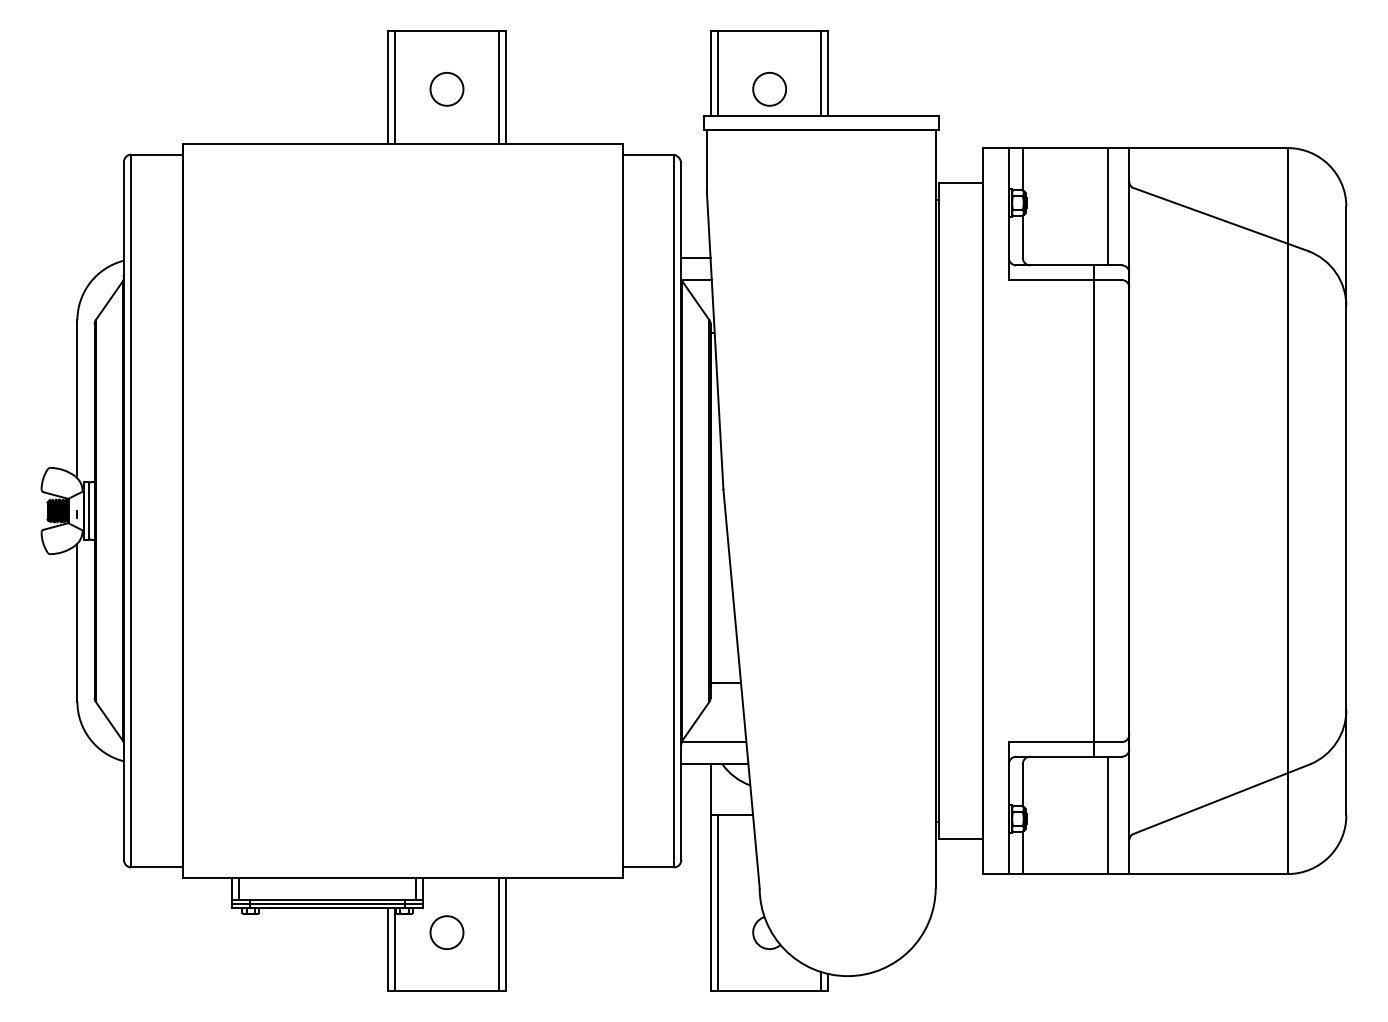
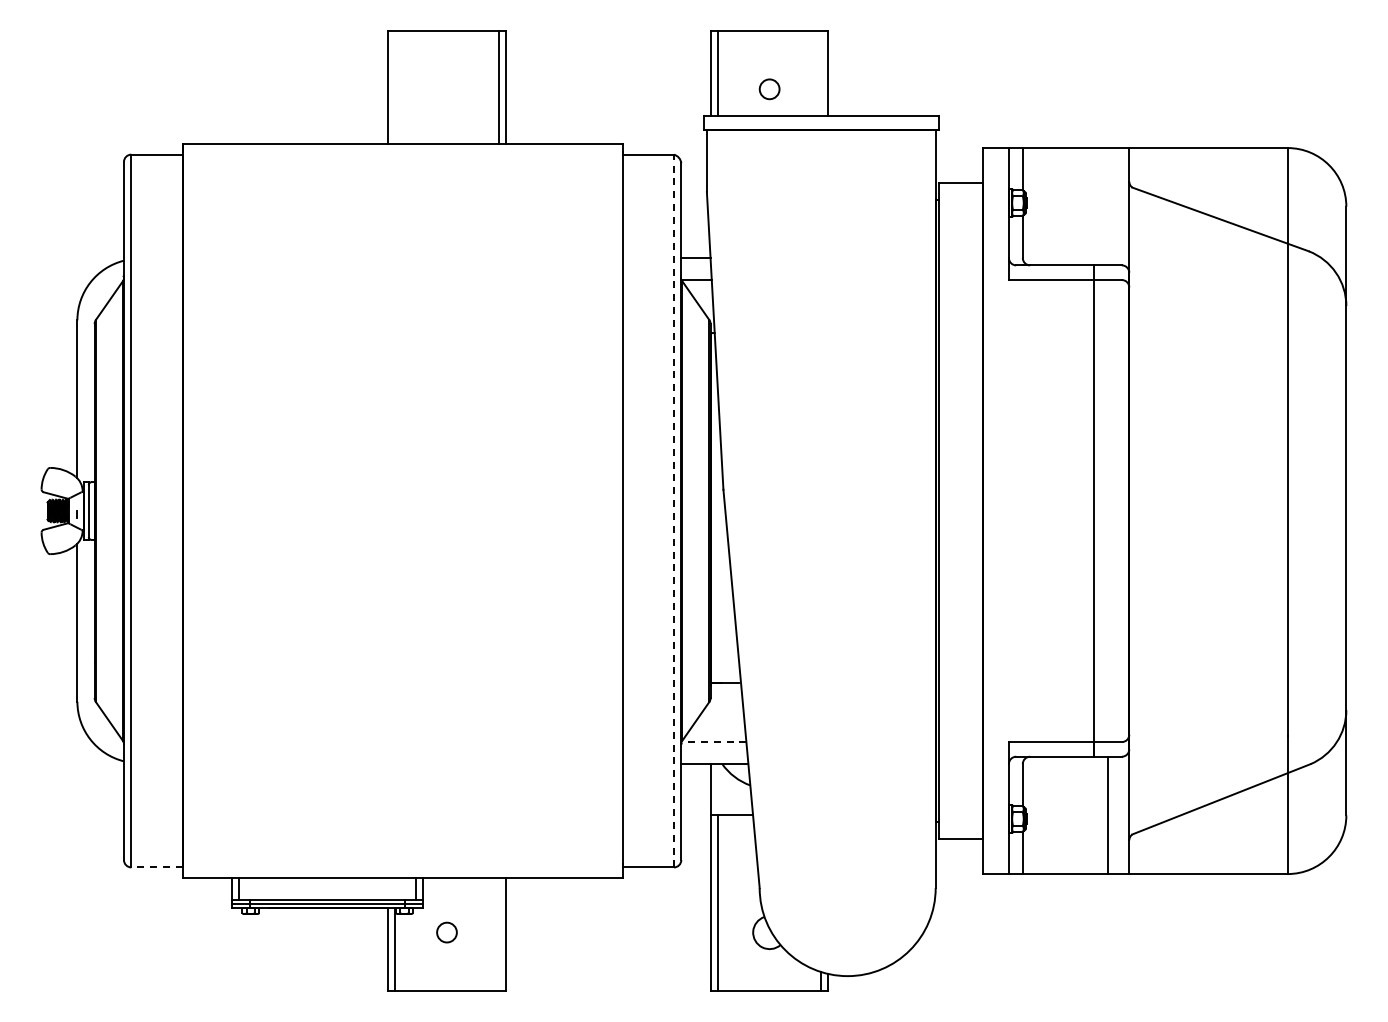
line at (821, 72): present -> none
line at (395, 87): present -> none
circle at (769, 88) diameter: 33 px -> 20 px
circle at (446, 89): present -> none
line at (1107, 206): present -> none
line at (673, 510): solid -> dashed
line at (713, 742): solid -> dashed
line at (156, 867): solid -> dashed
circle at (446, 932) size: 36x35 px -> 22x23 px
line at (498, 934): present -> none
